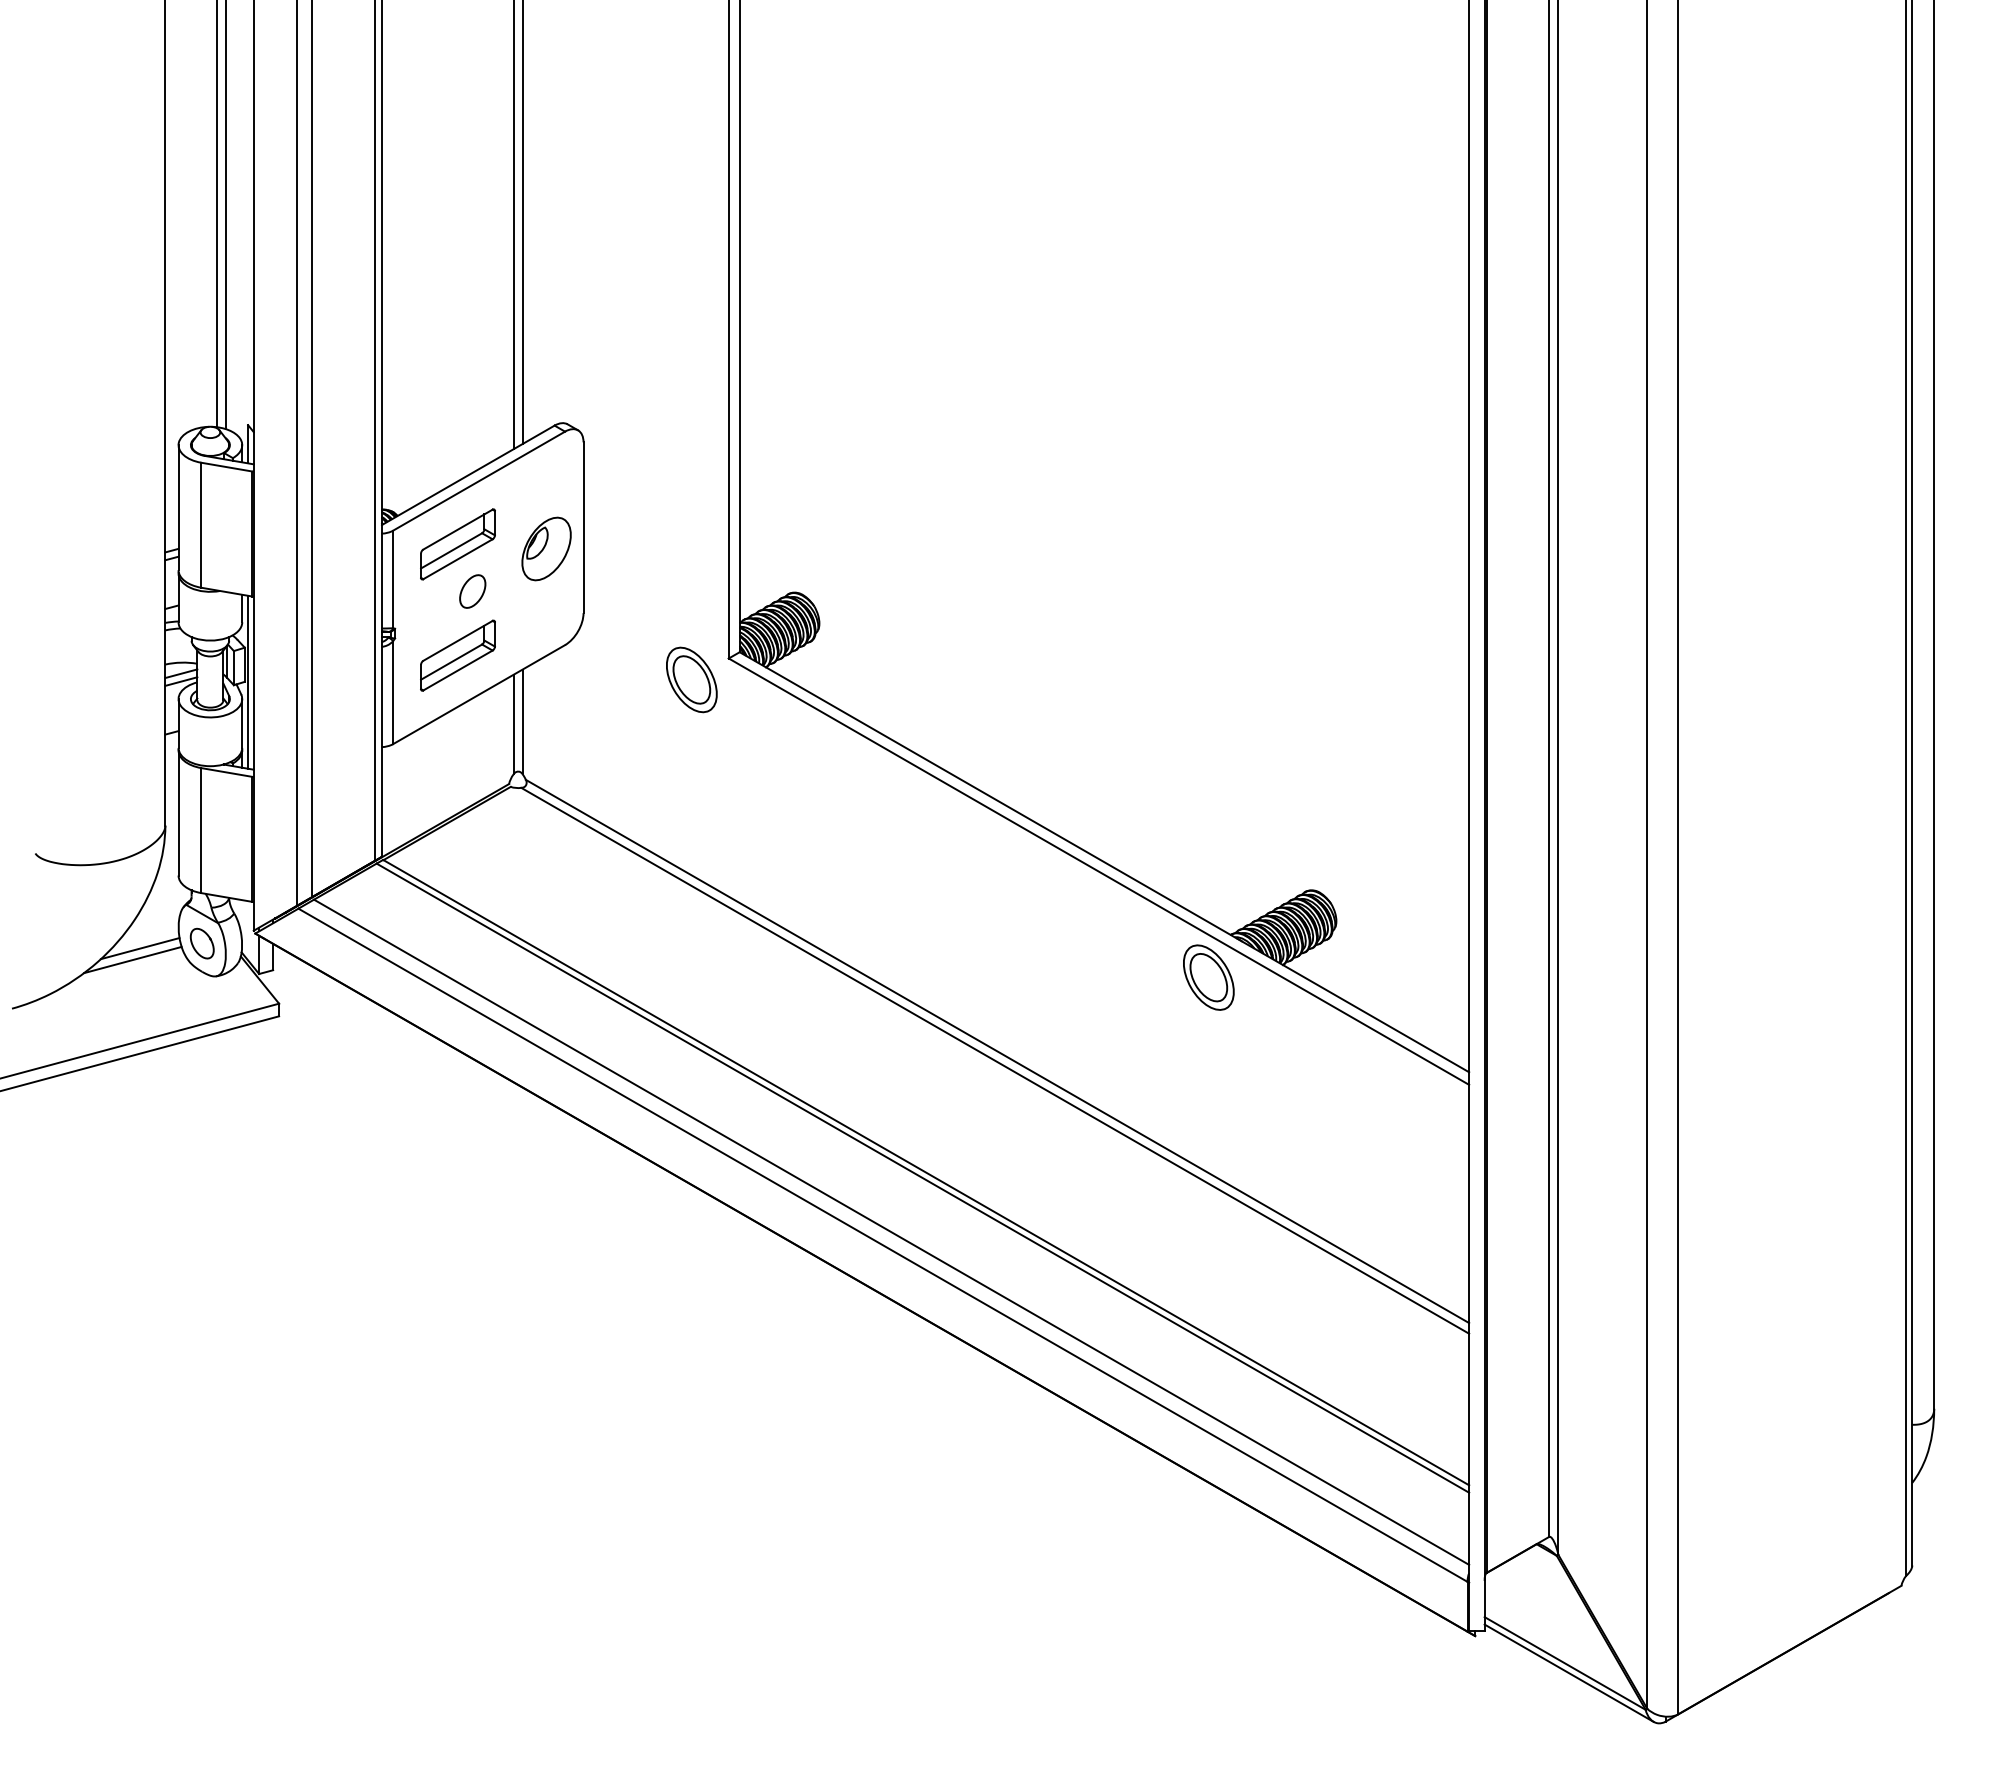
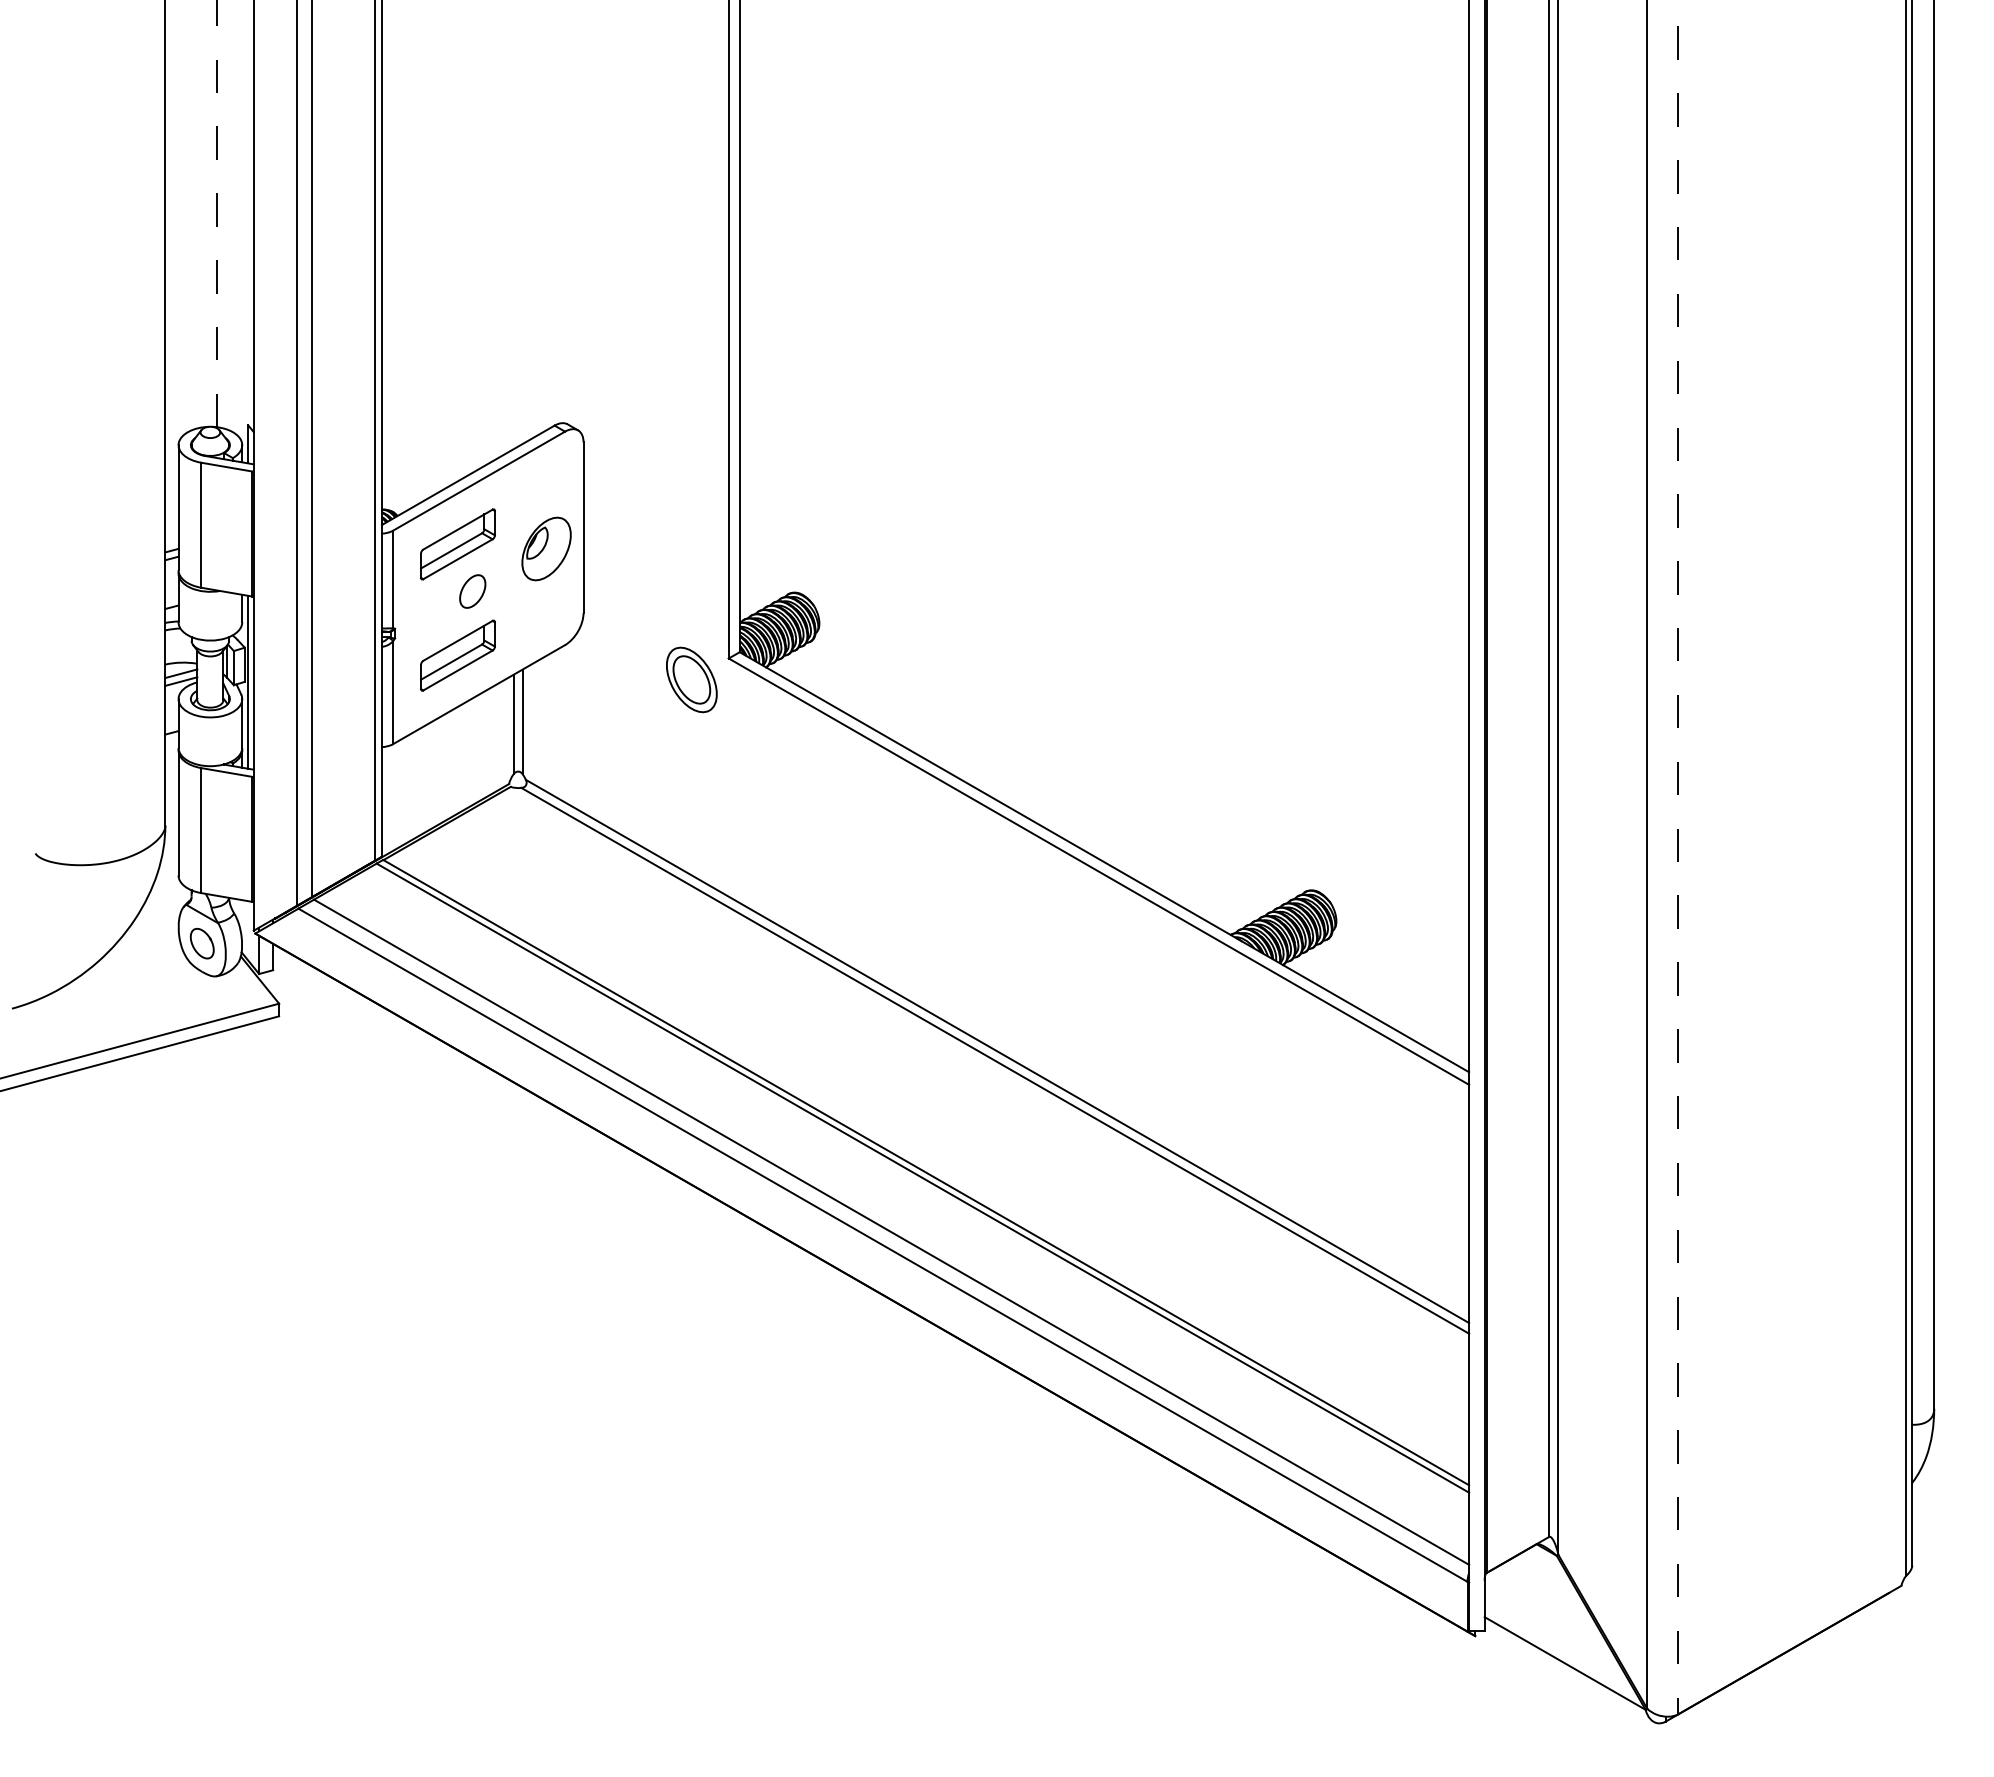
line at (217, 213): solid -> dashed
line at (226, 215): present -> none
line at (522, 222): present -> none
line at (513, 225): present -> none
line at (1678, 857): solid -> dashed
line at (139, 948): present -> none
line at (132, 959): present -> none
part at (1208, 977): present -> none
line at (1568, 1672): present -> none
